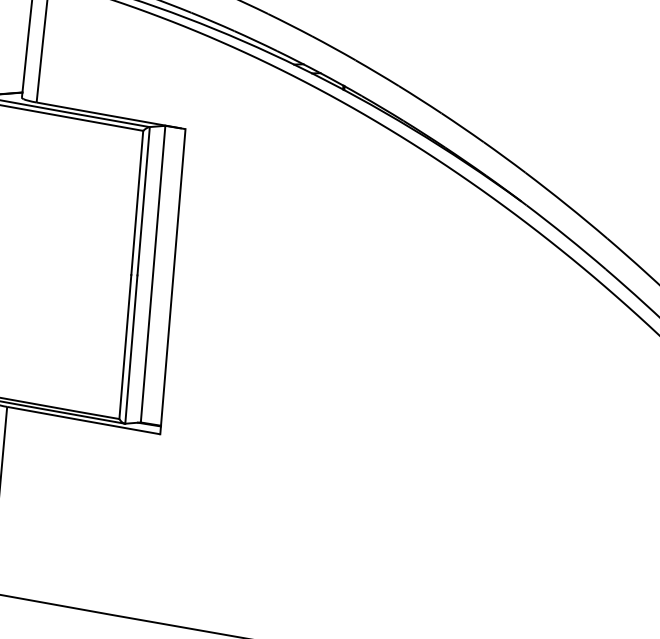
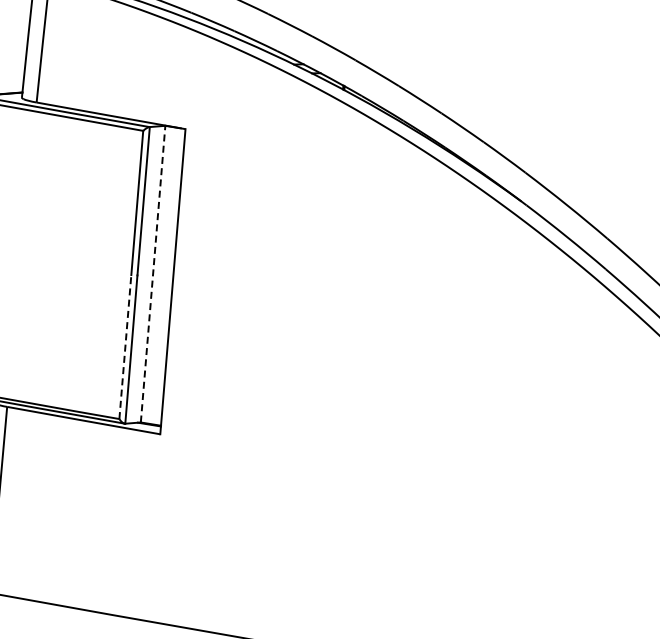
line at (153, 274): solid -> dashed
line at (125, 346): solid -> dashed
